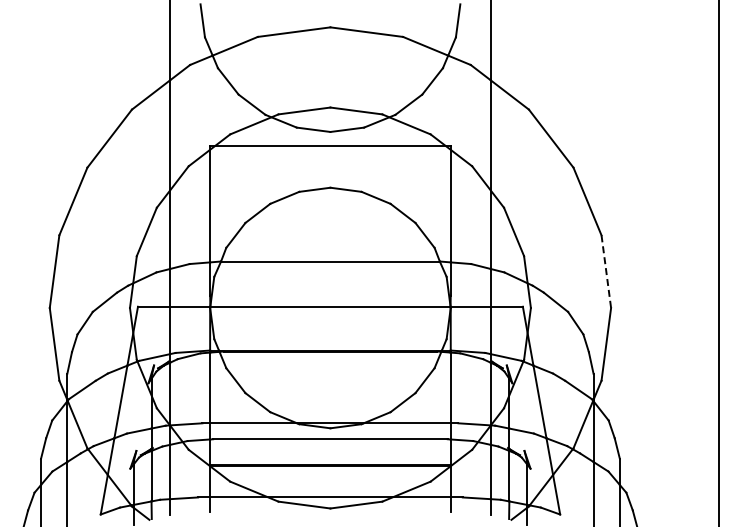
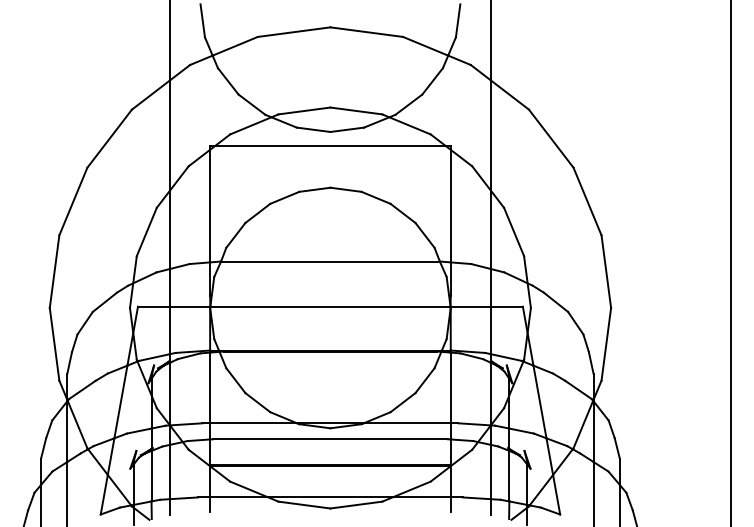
line at (719, 262) position: (719, 262) -> (731, 262)
line at (606, 271): dashed -> solid
